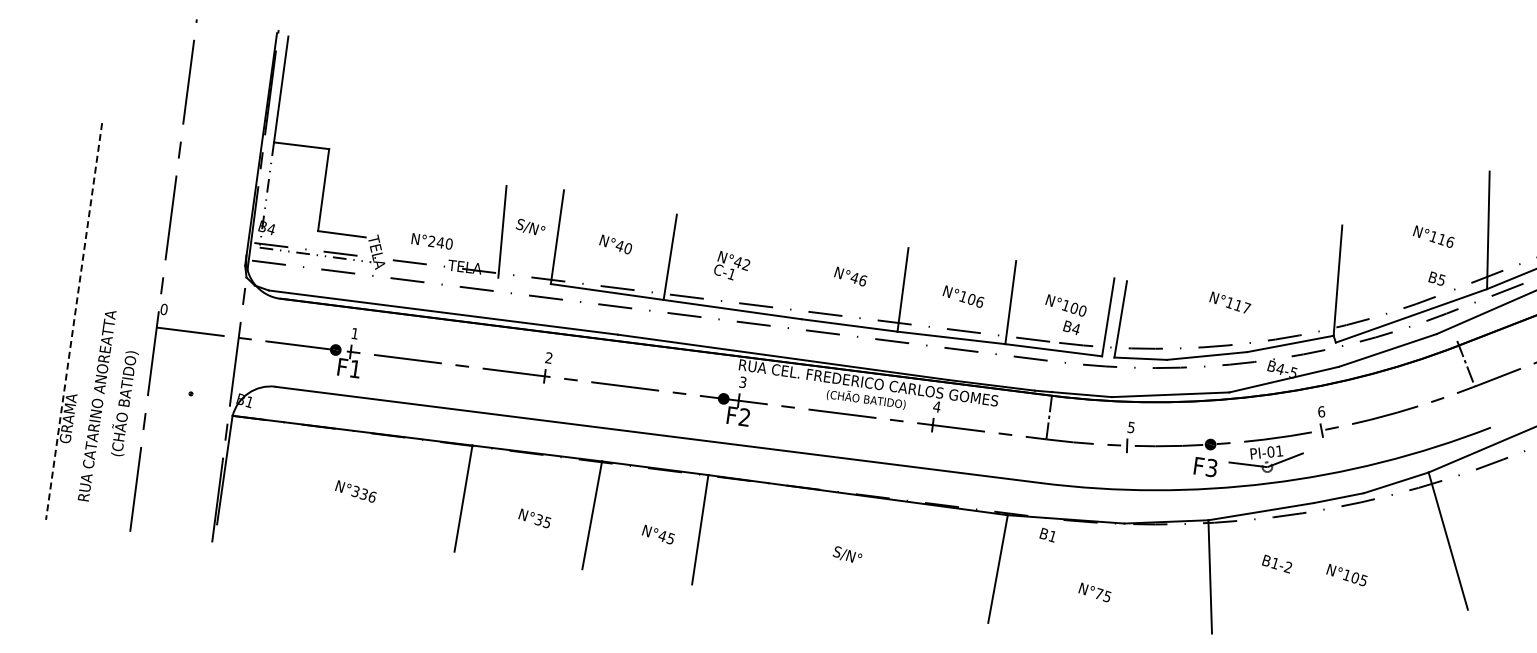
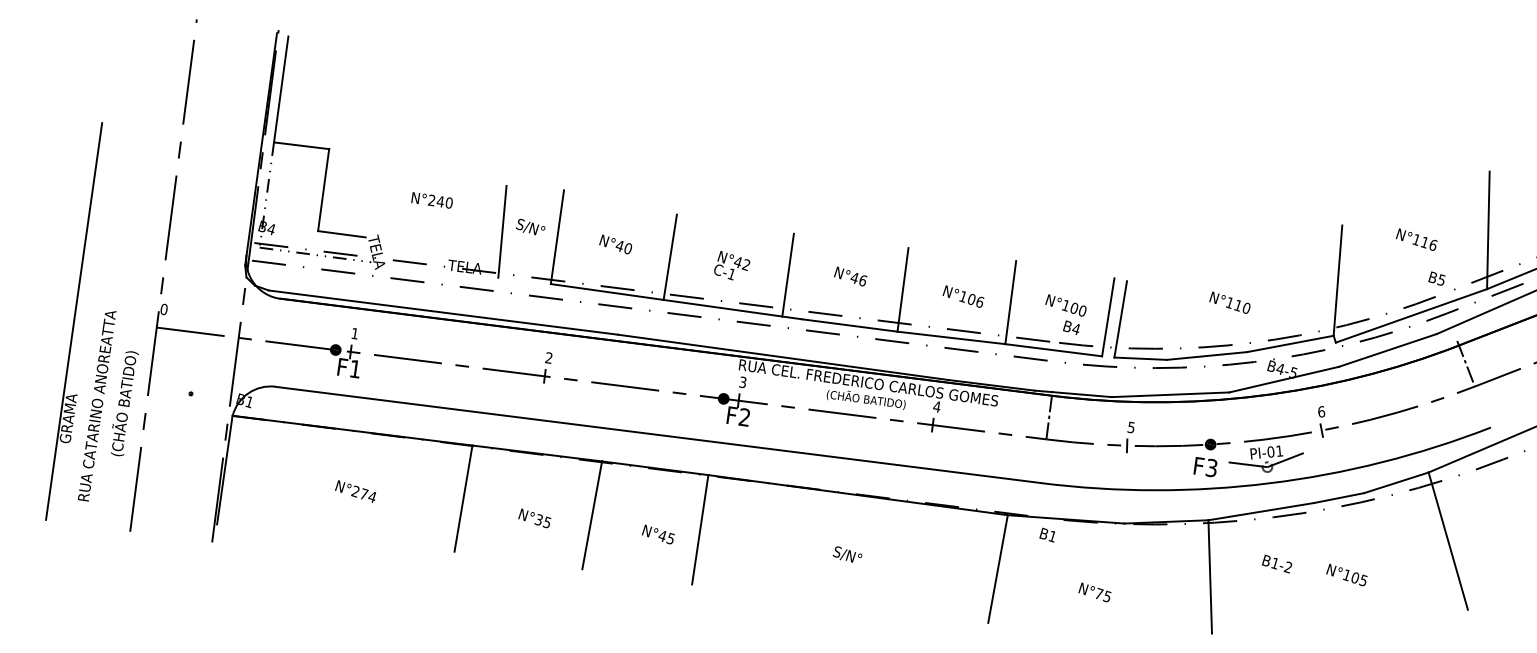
text at (1433, 236) position: (1433, 236) -> (1416, 239)
text at (431, 241) position: (431, 241) -> (431, 200)
line at (787, 274): none -> present
text at (1246, 307): N°117 -> N°110
line at (74, 321): dashed -> solid
text at (363, 494): N°336 -> N°274
